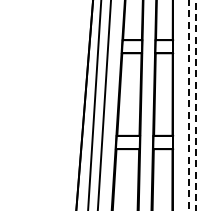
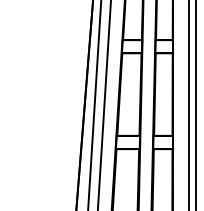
line at (189, 105): dashed -> solid
line at (195, 105): dashed -> solid
